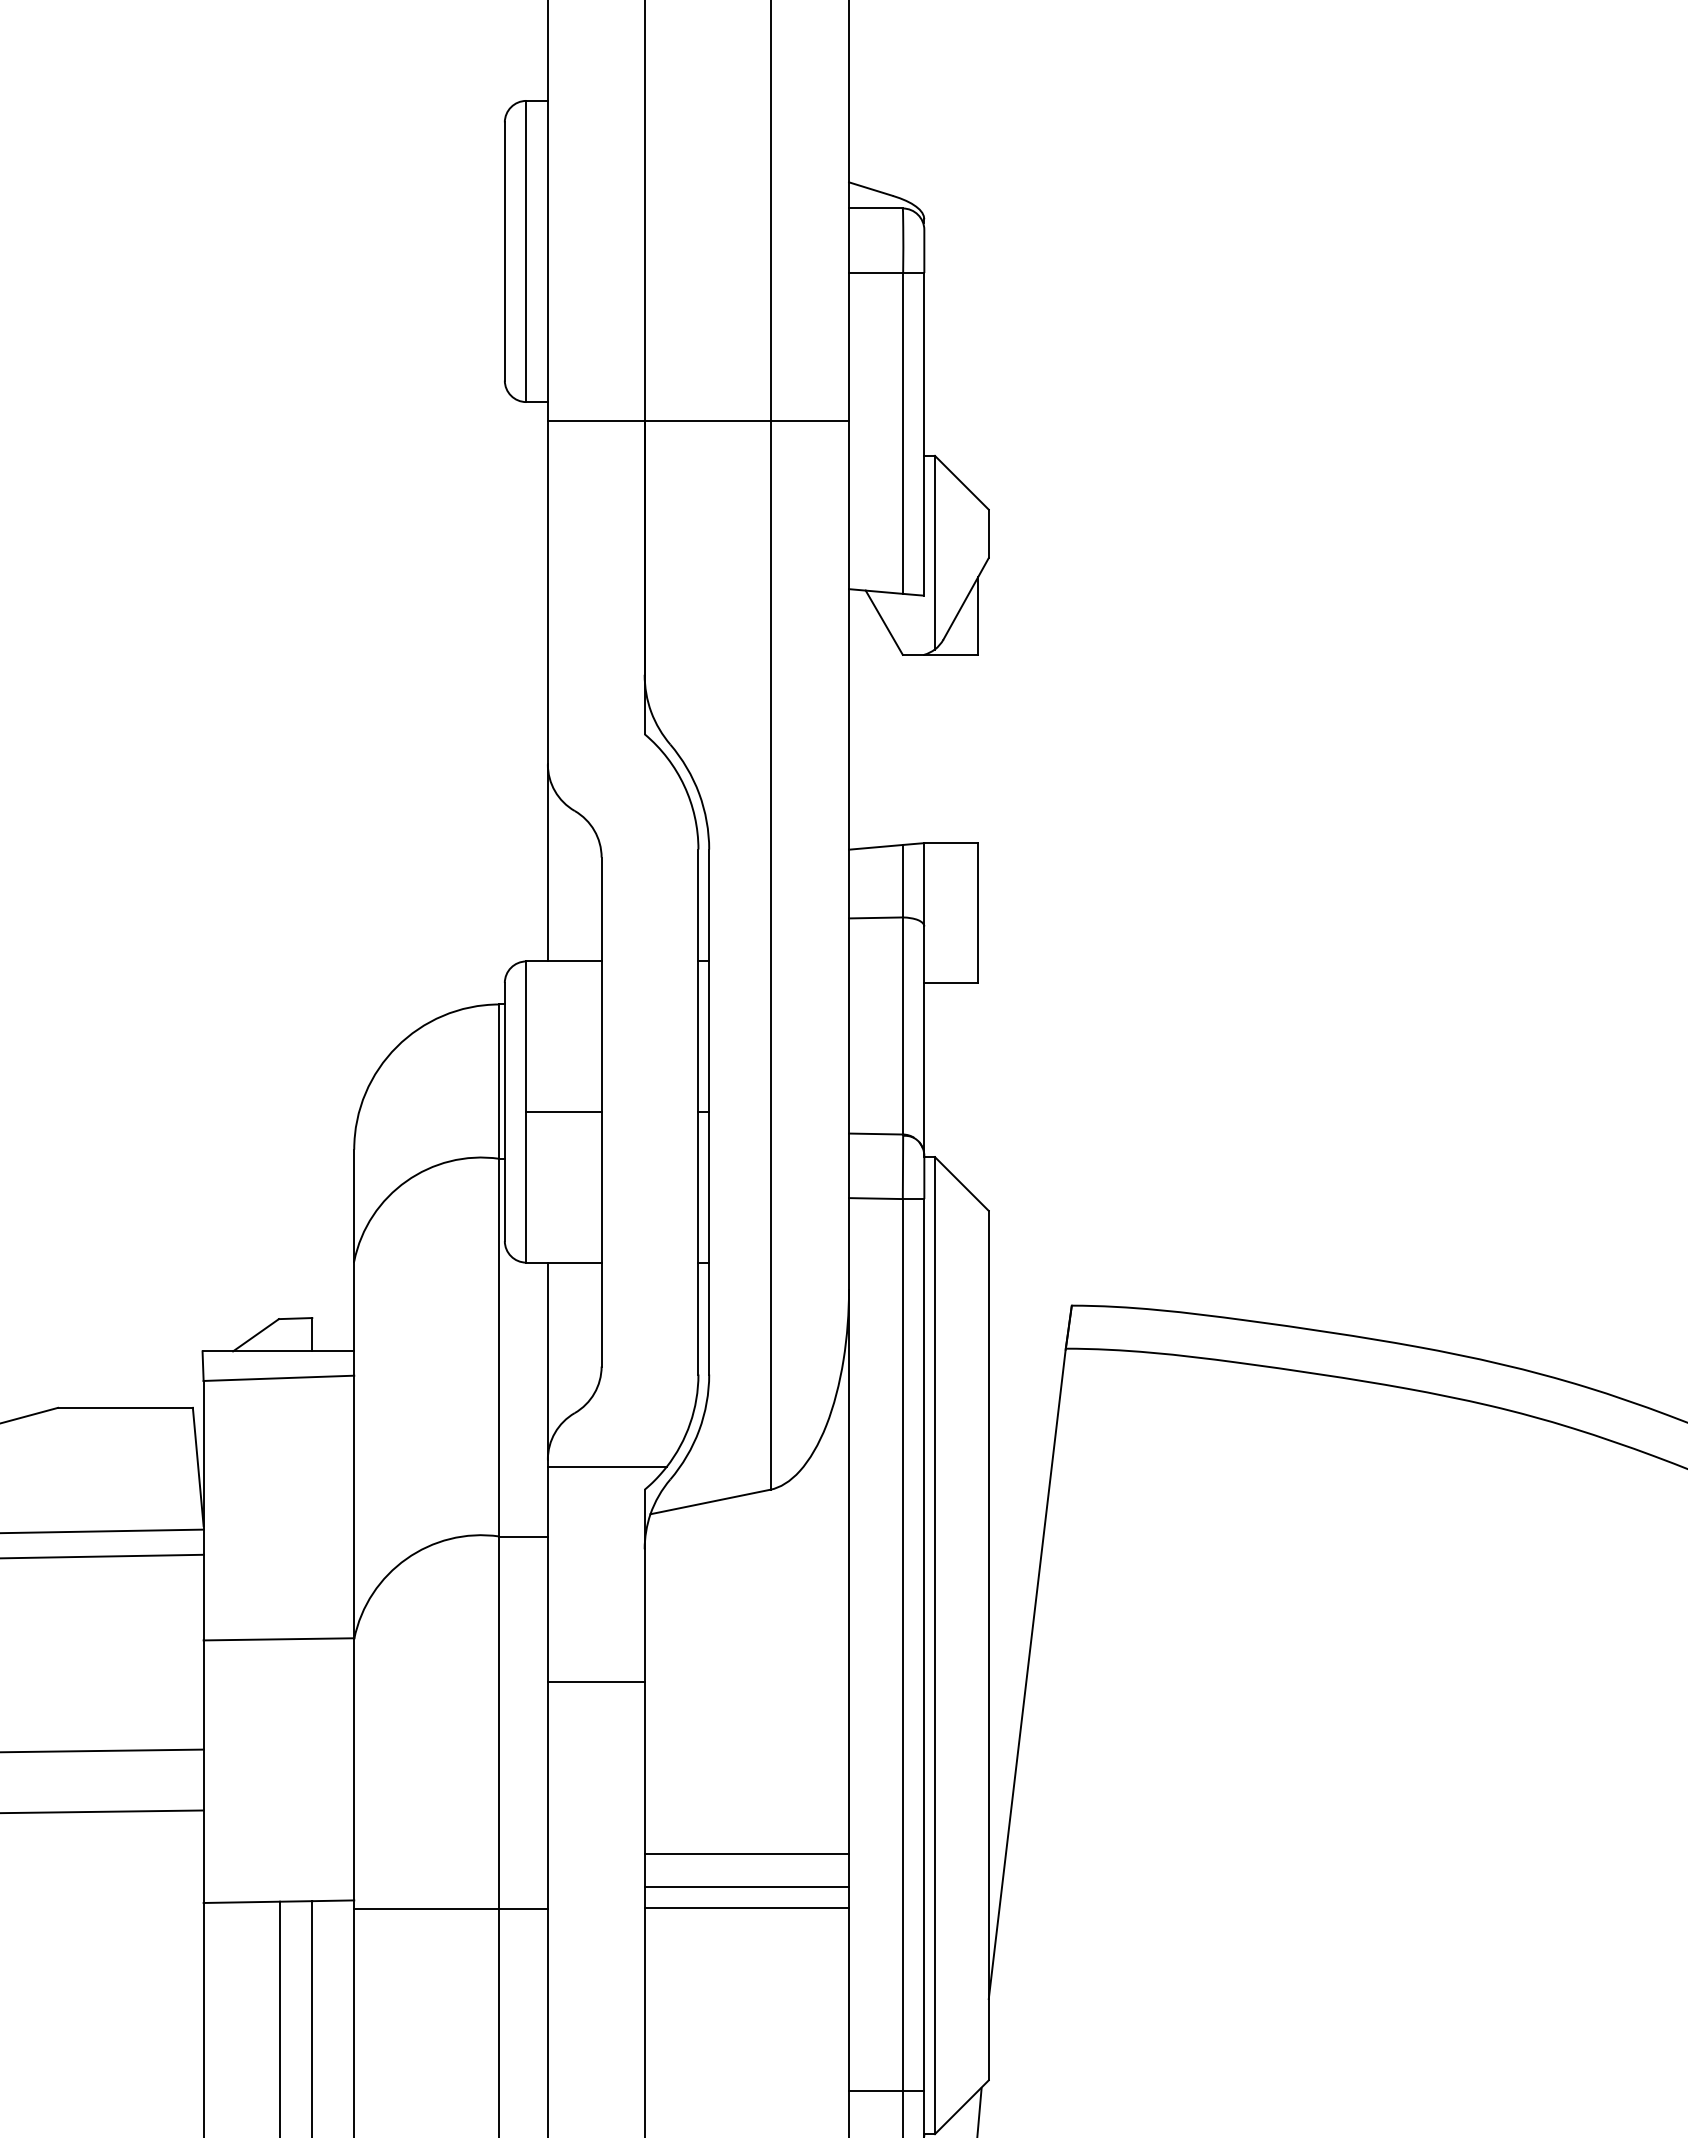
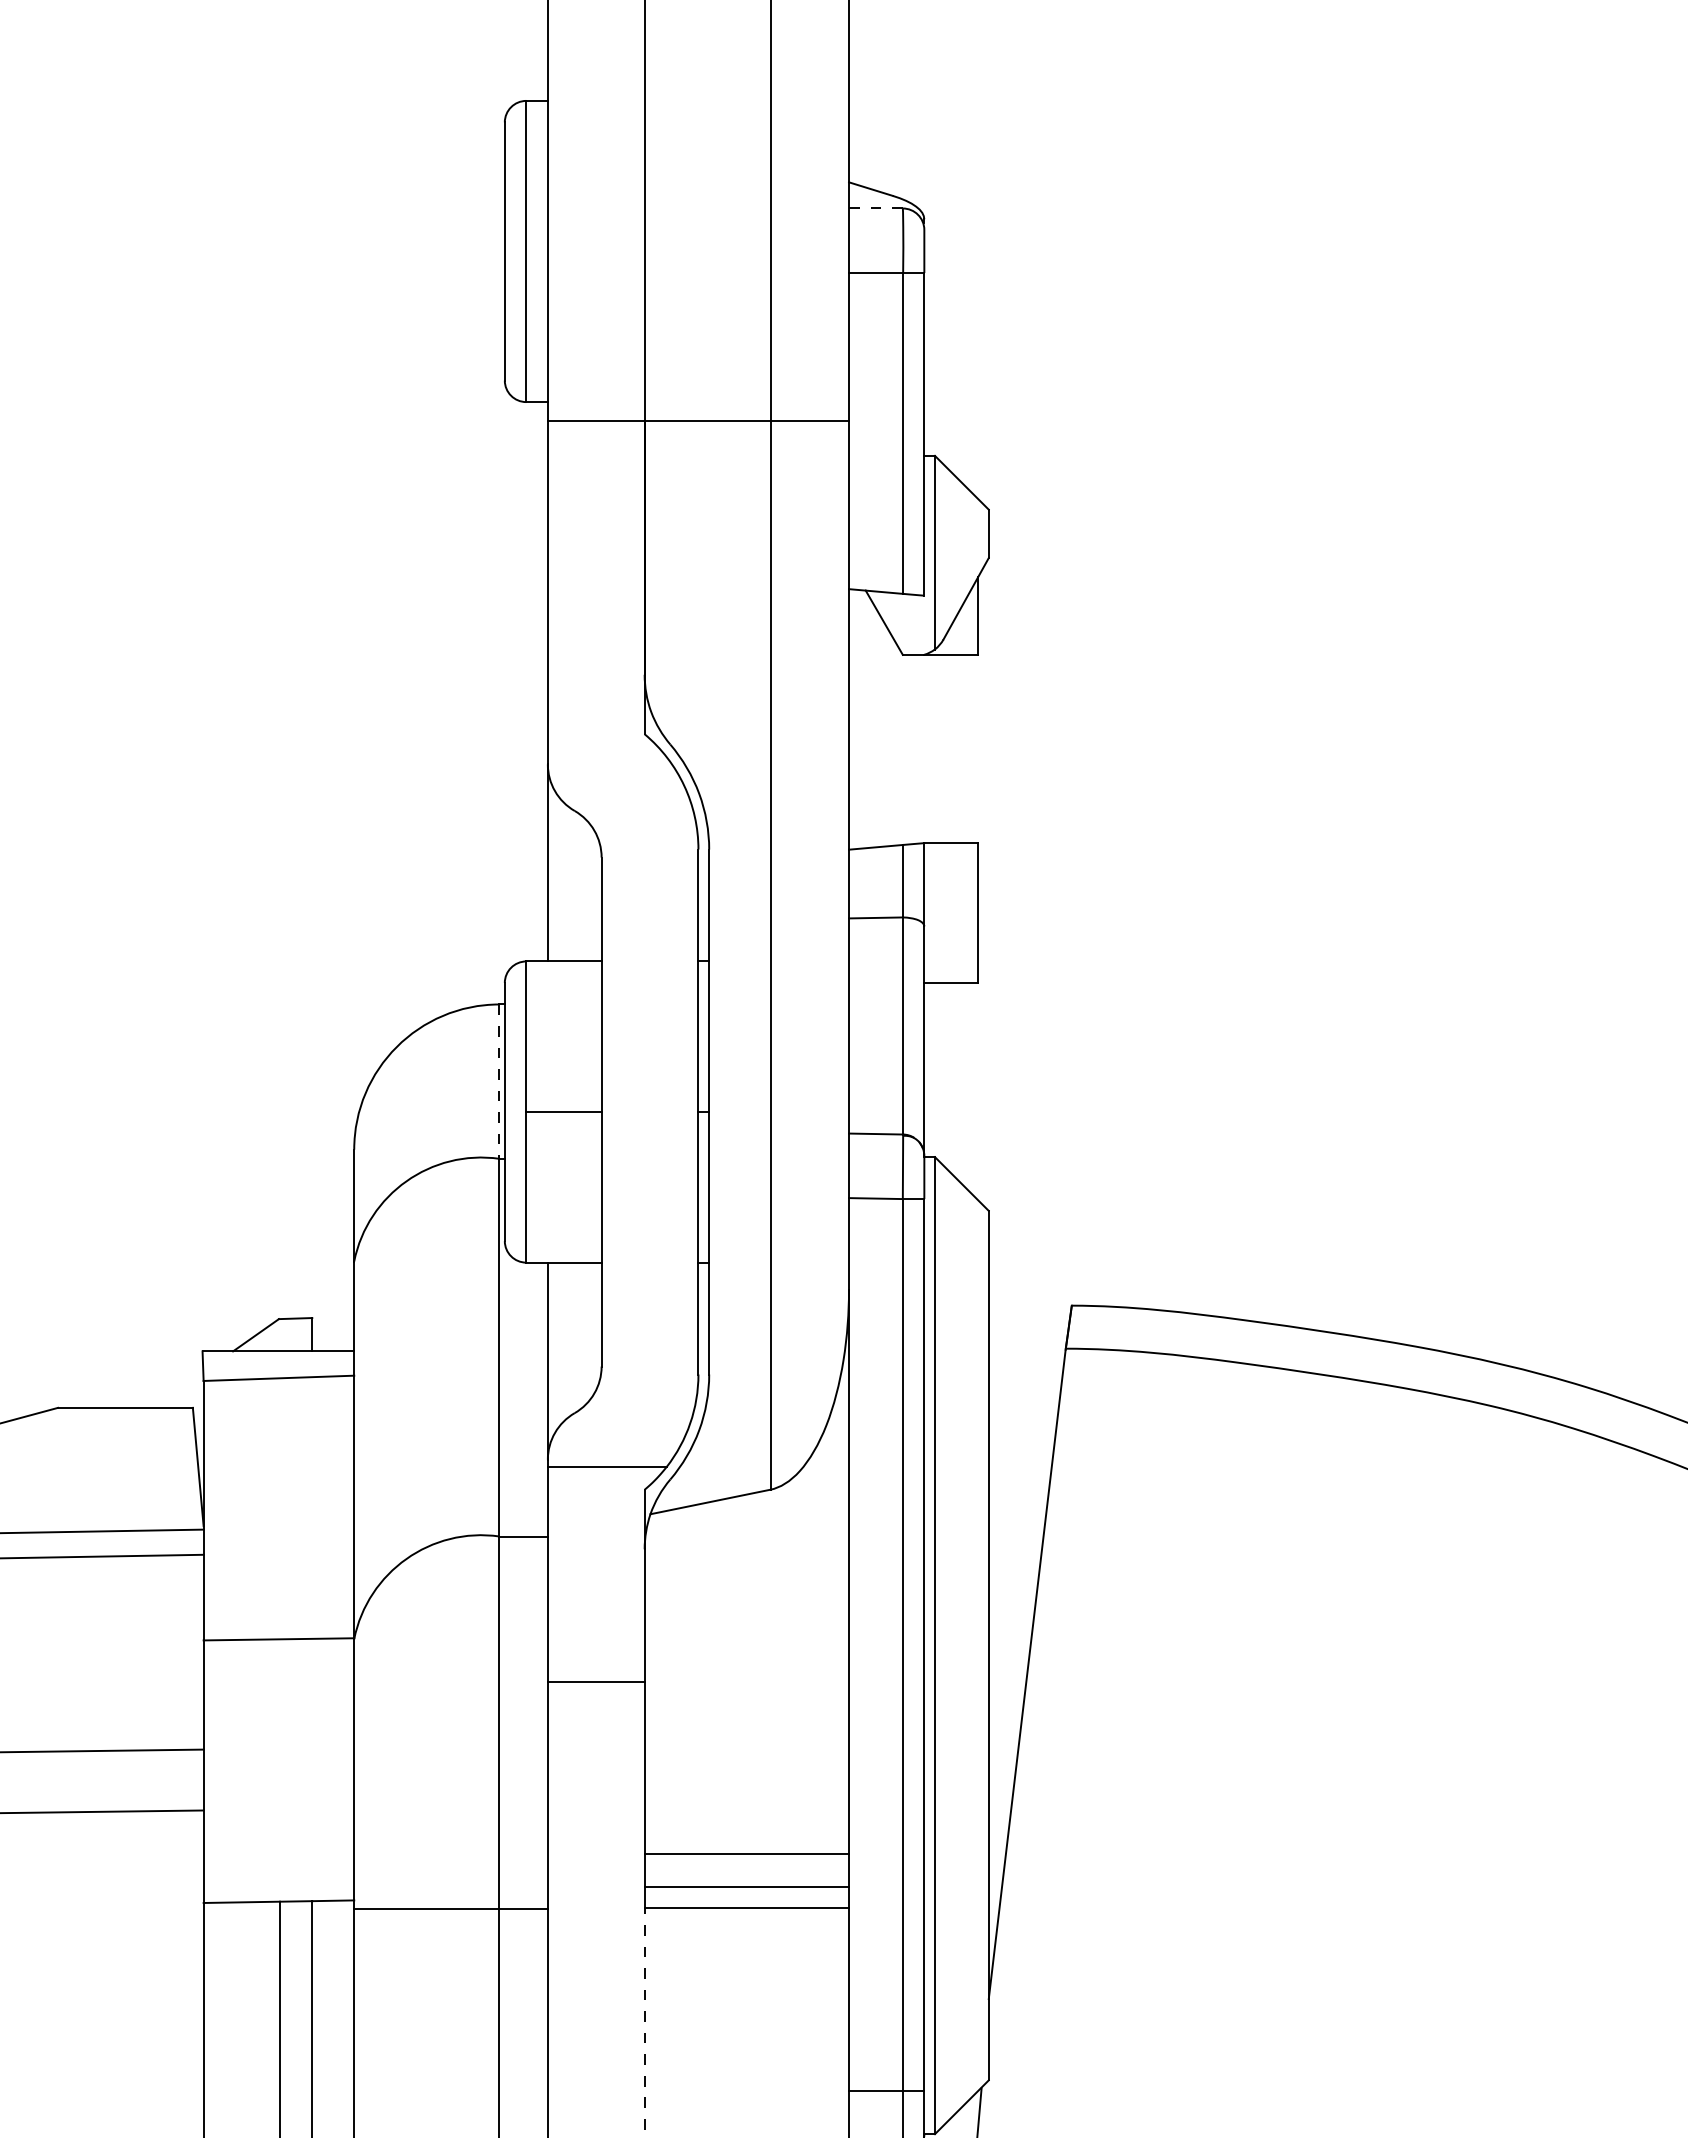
line at (875, 208): solid -> dashed
line at (499, 1082): solid -> dashed
line at (644, 2022): solid -> dashed
